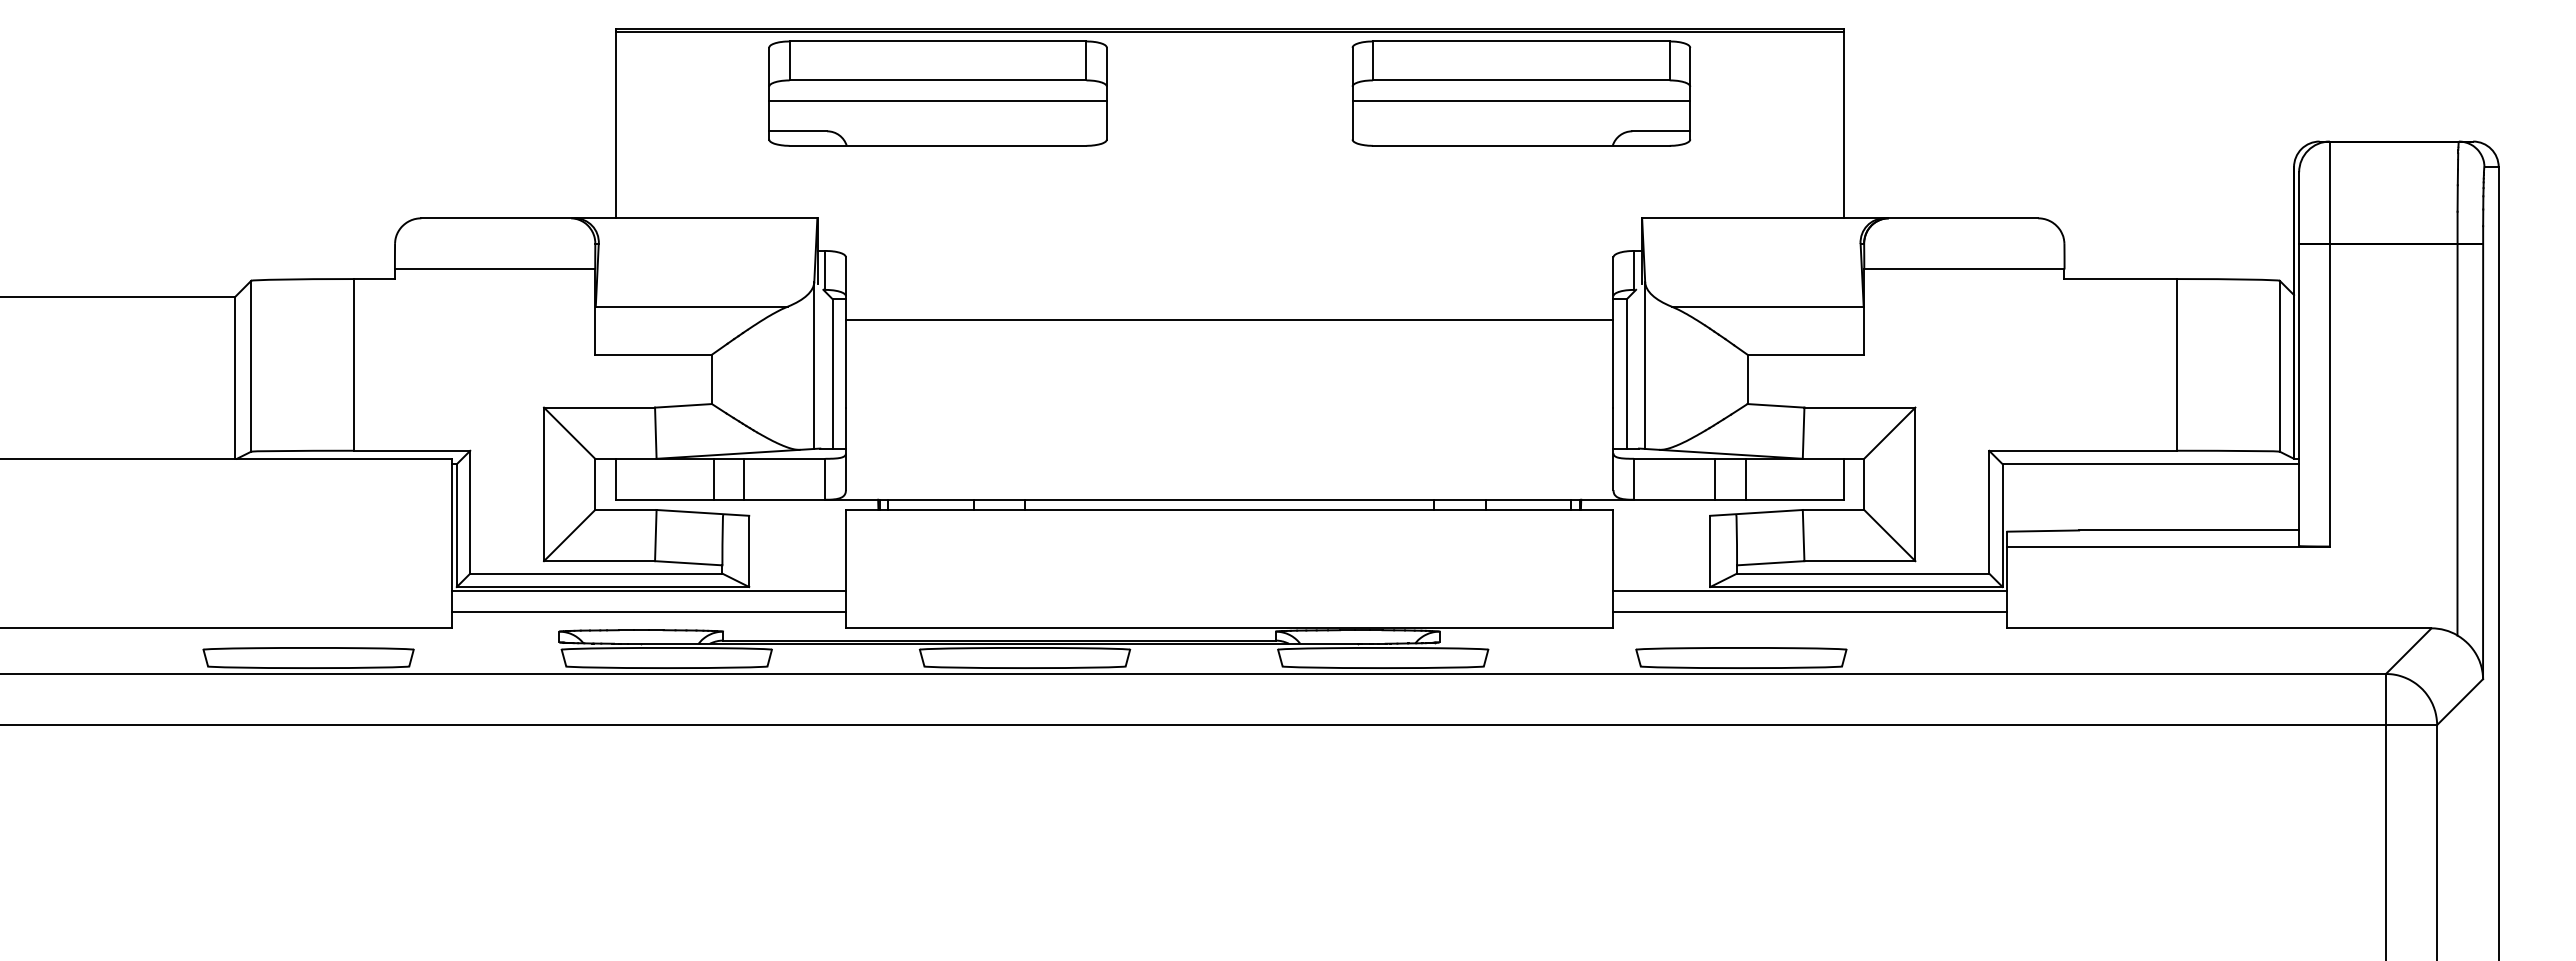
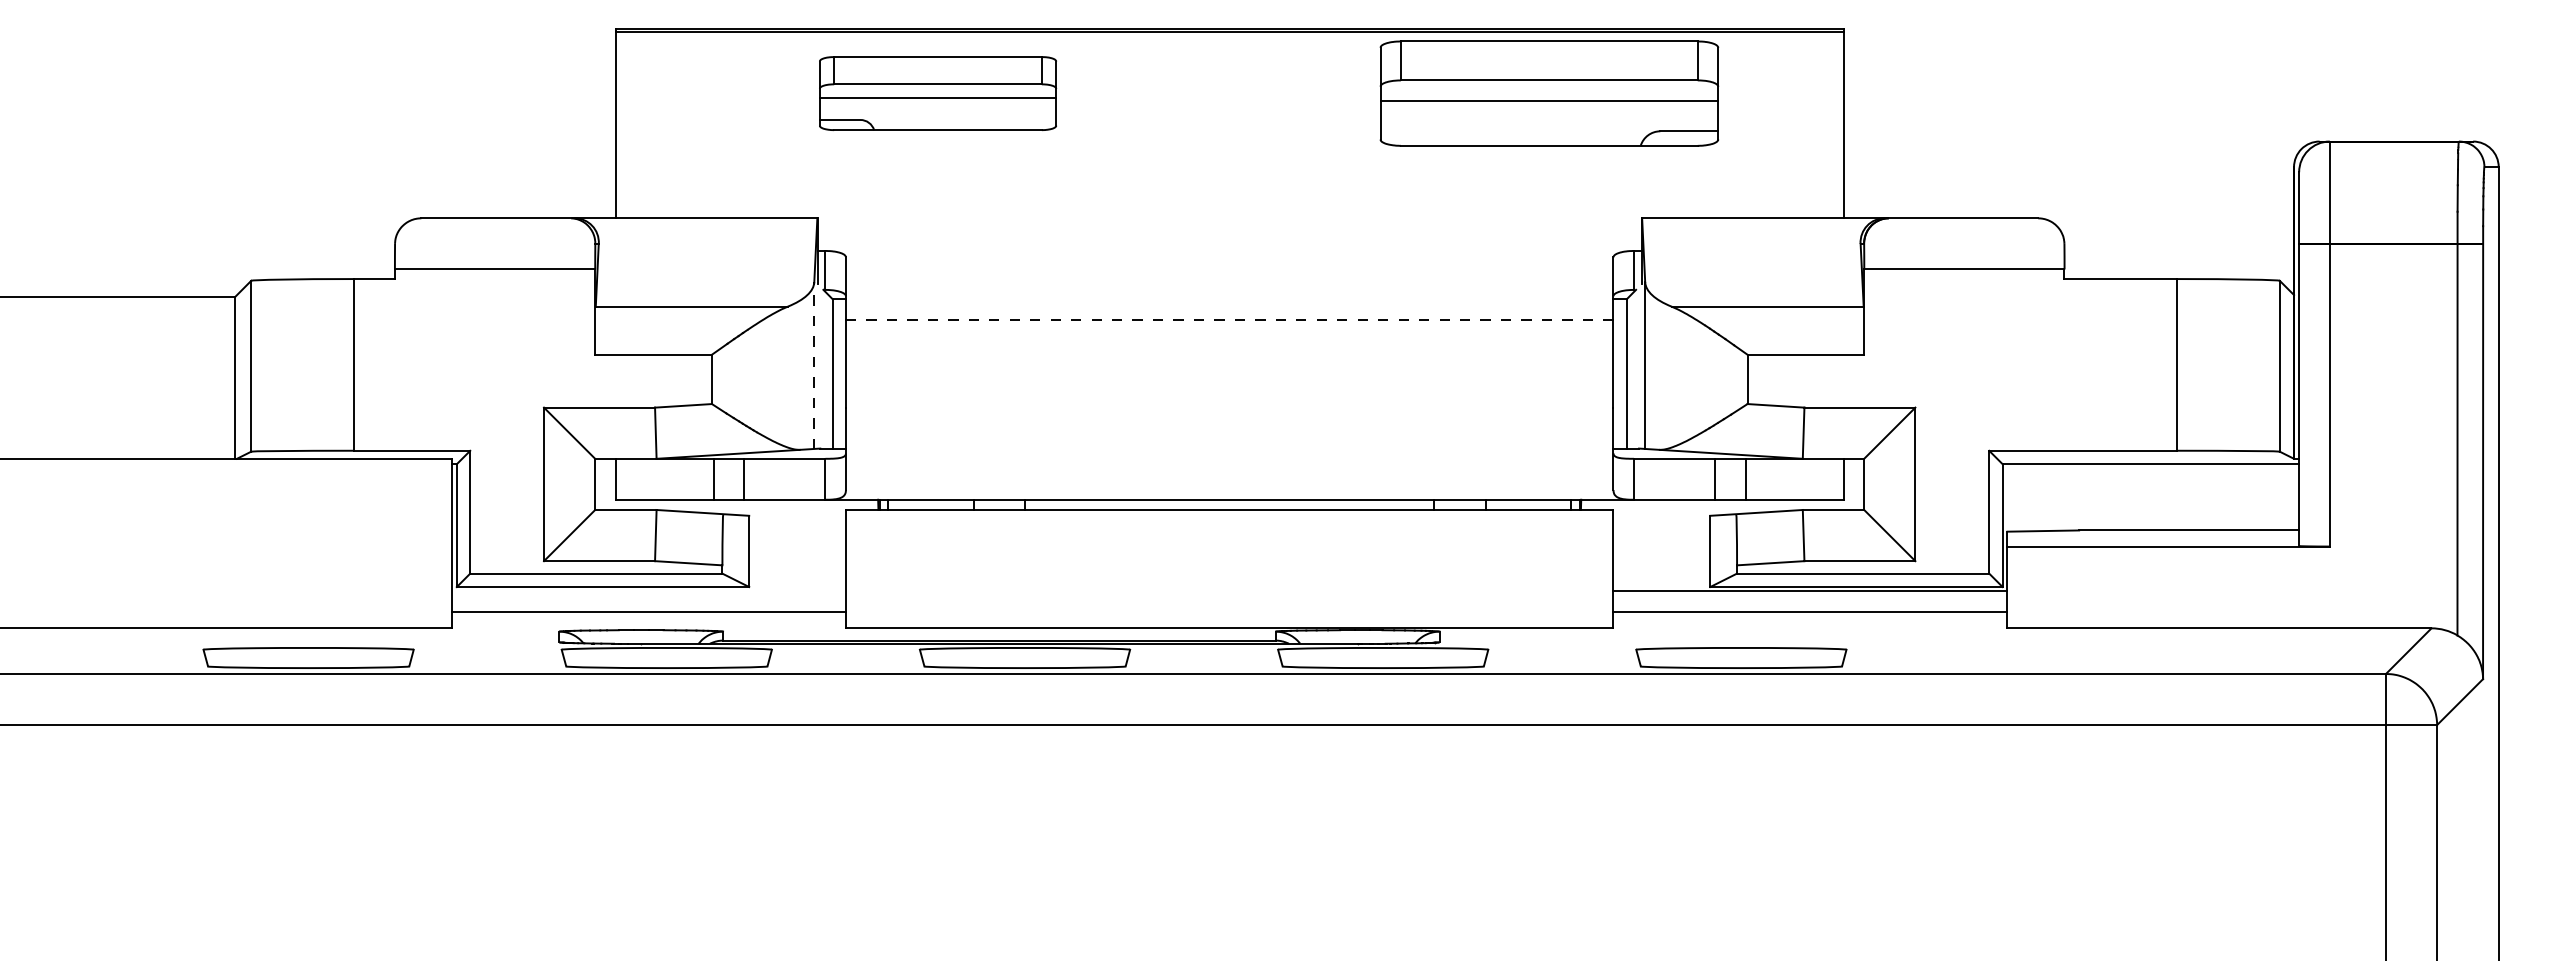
part at (937, 93) size: 340x107 px -> 239x75 px
part at (1521, 93) position: (1521, 93) -> (1549, 93)
line at (1229, 320): solid -> dashed
line at (814, 365): solid -> dashed
line at (648, 591): present -> none
